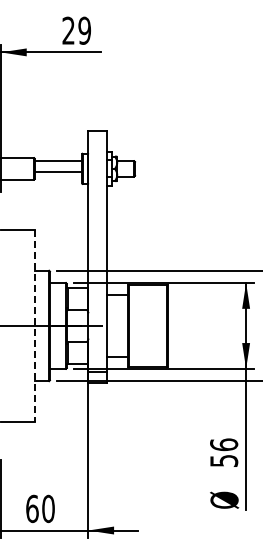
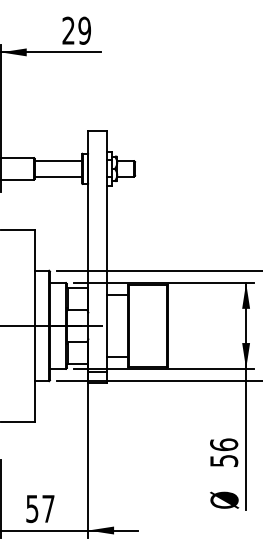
line at (58, 171) position: (58, 171) -> (58, 176)
line at (34, 326): dashed -> solid
text at (40, 508): 60 -> 57
